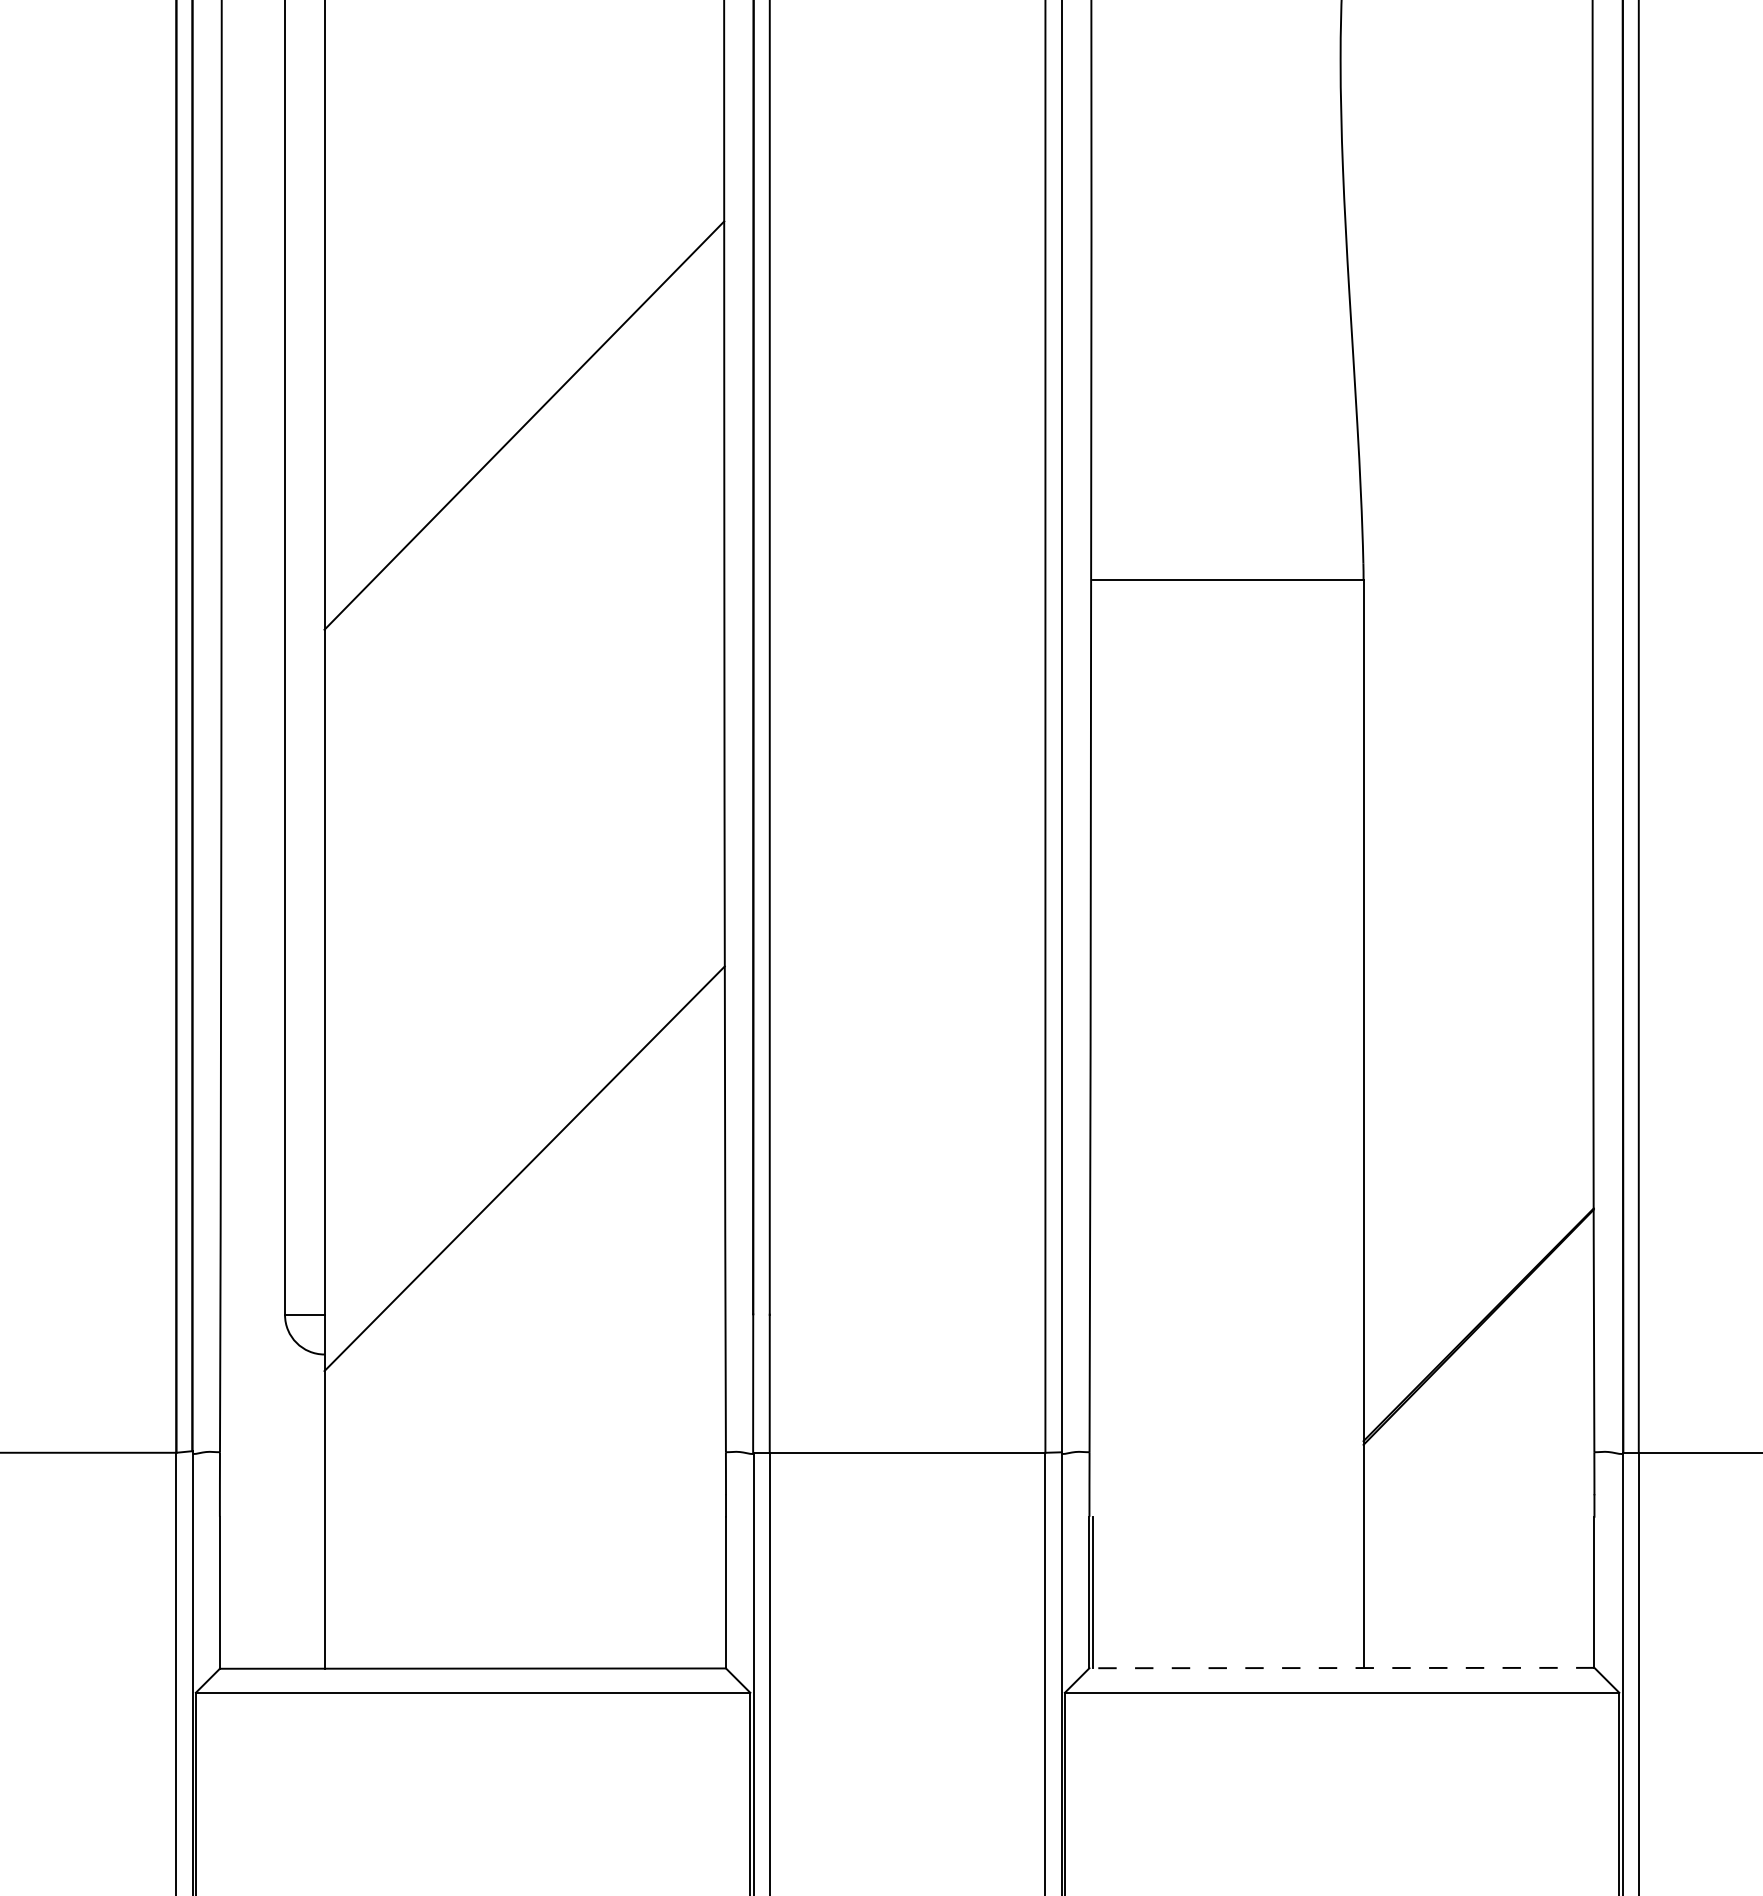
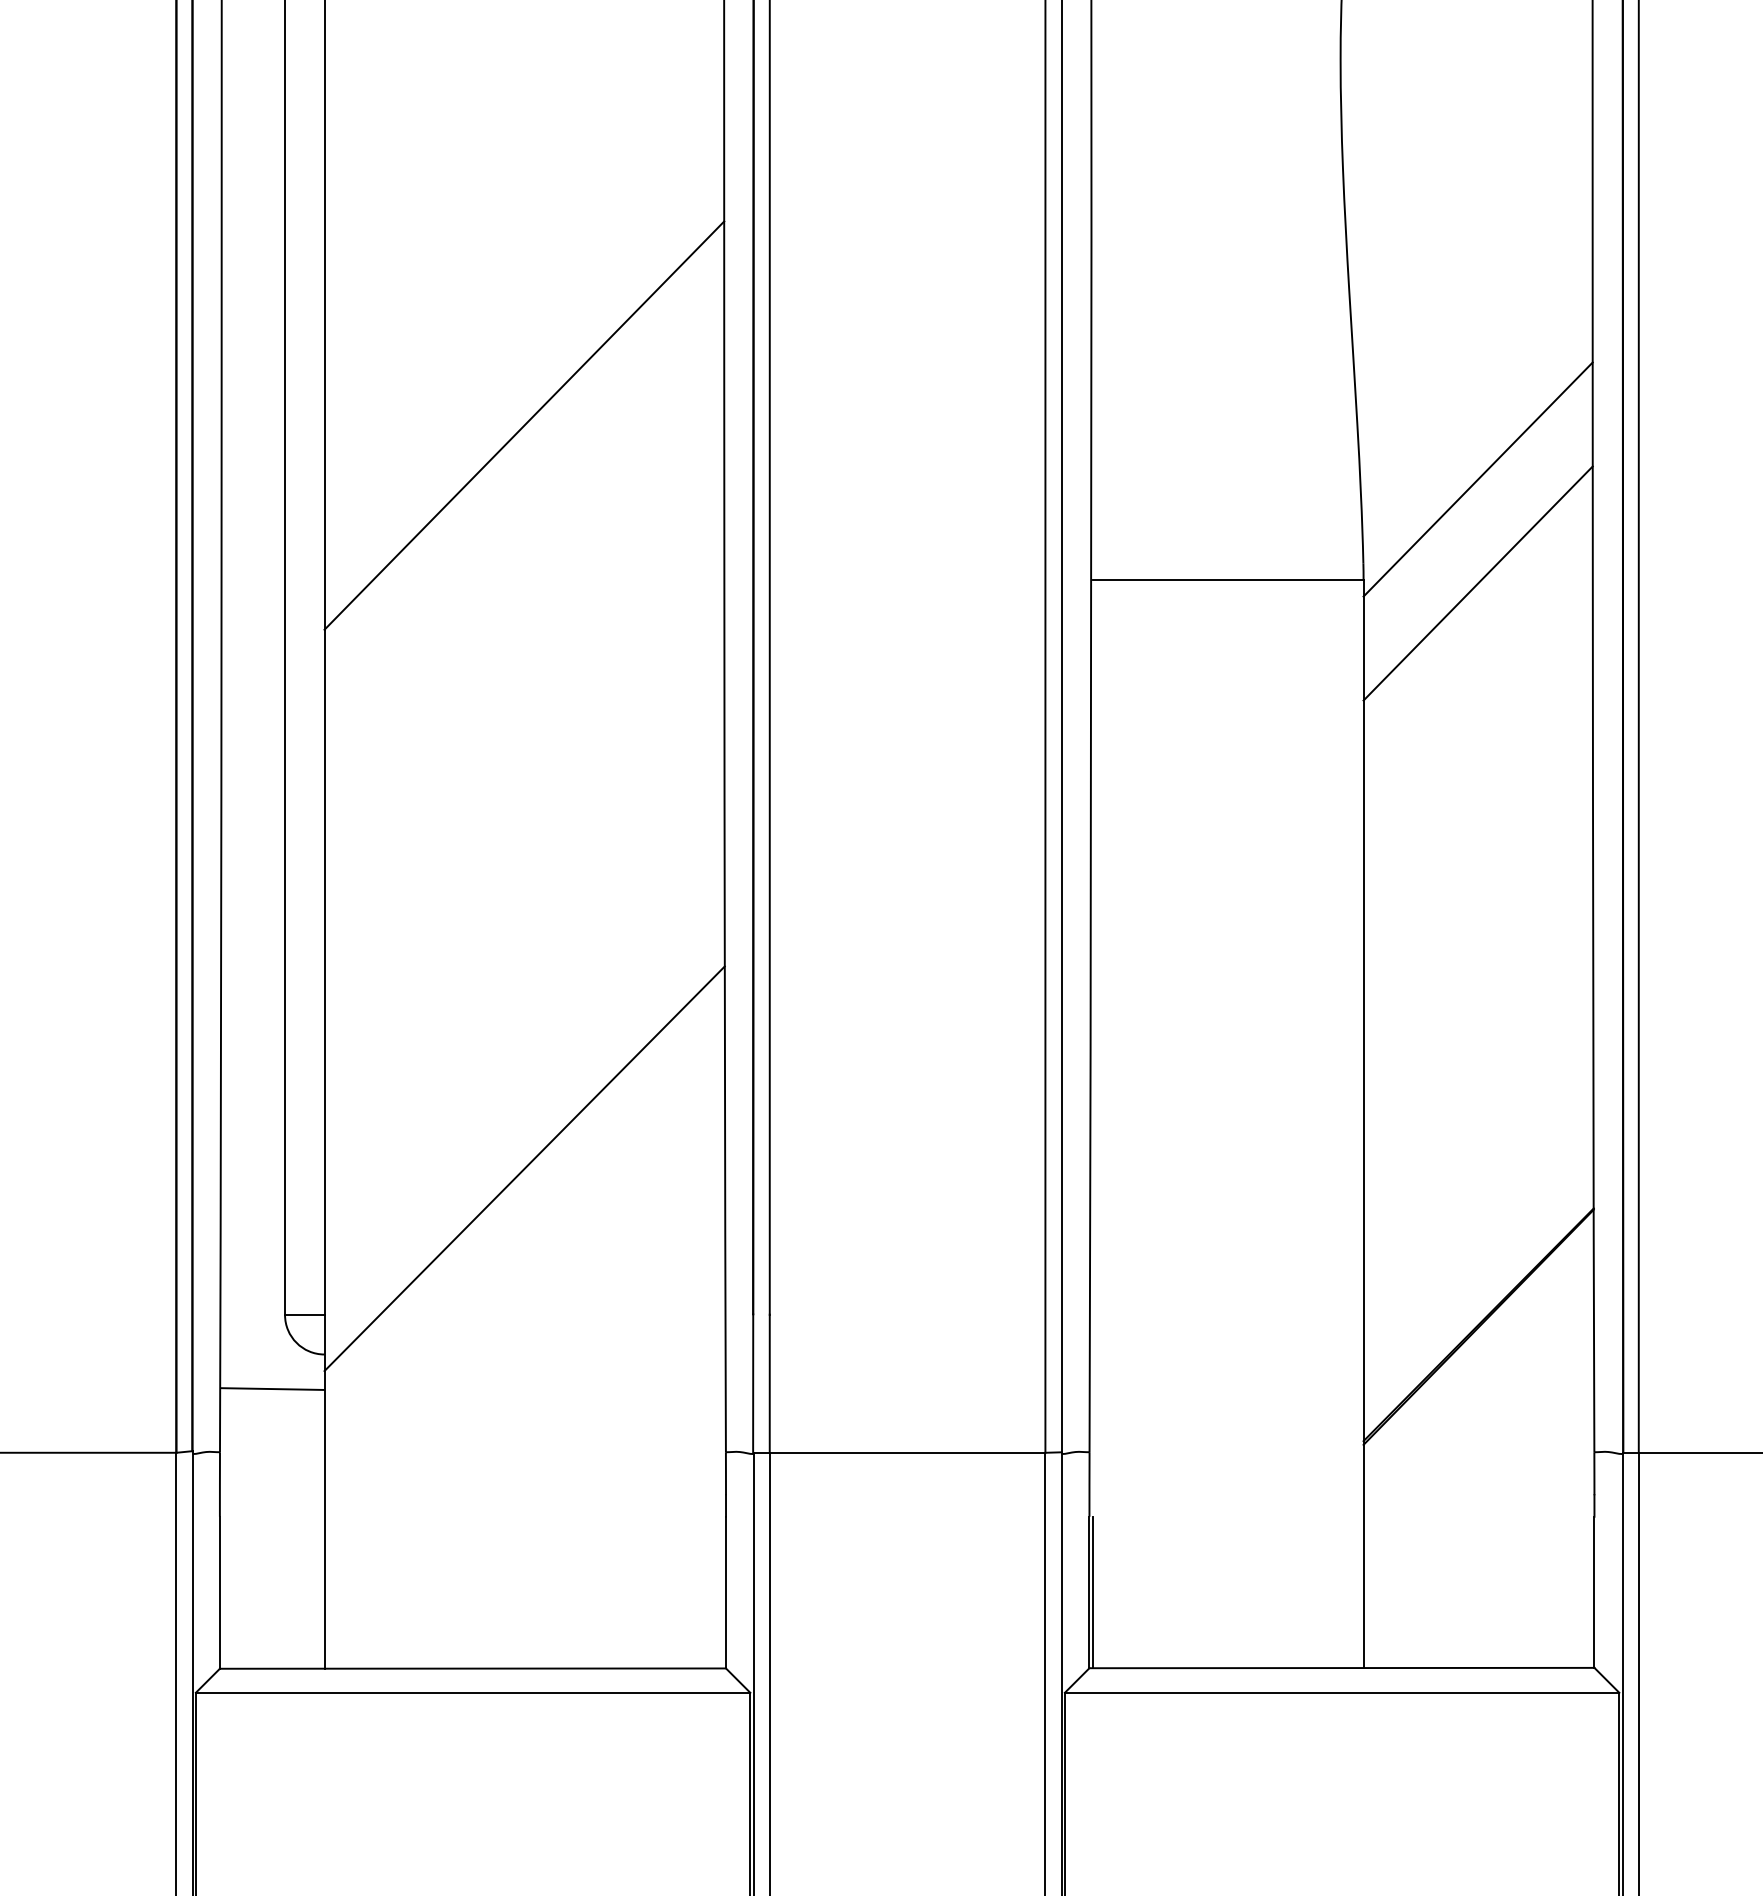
line at (1477, 479): none -> present
line at (1477, 583): none -> present
line at (272, 1388): none -> present
line at (1341, 1668): dashed -> solid
